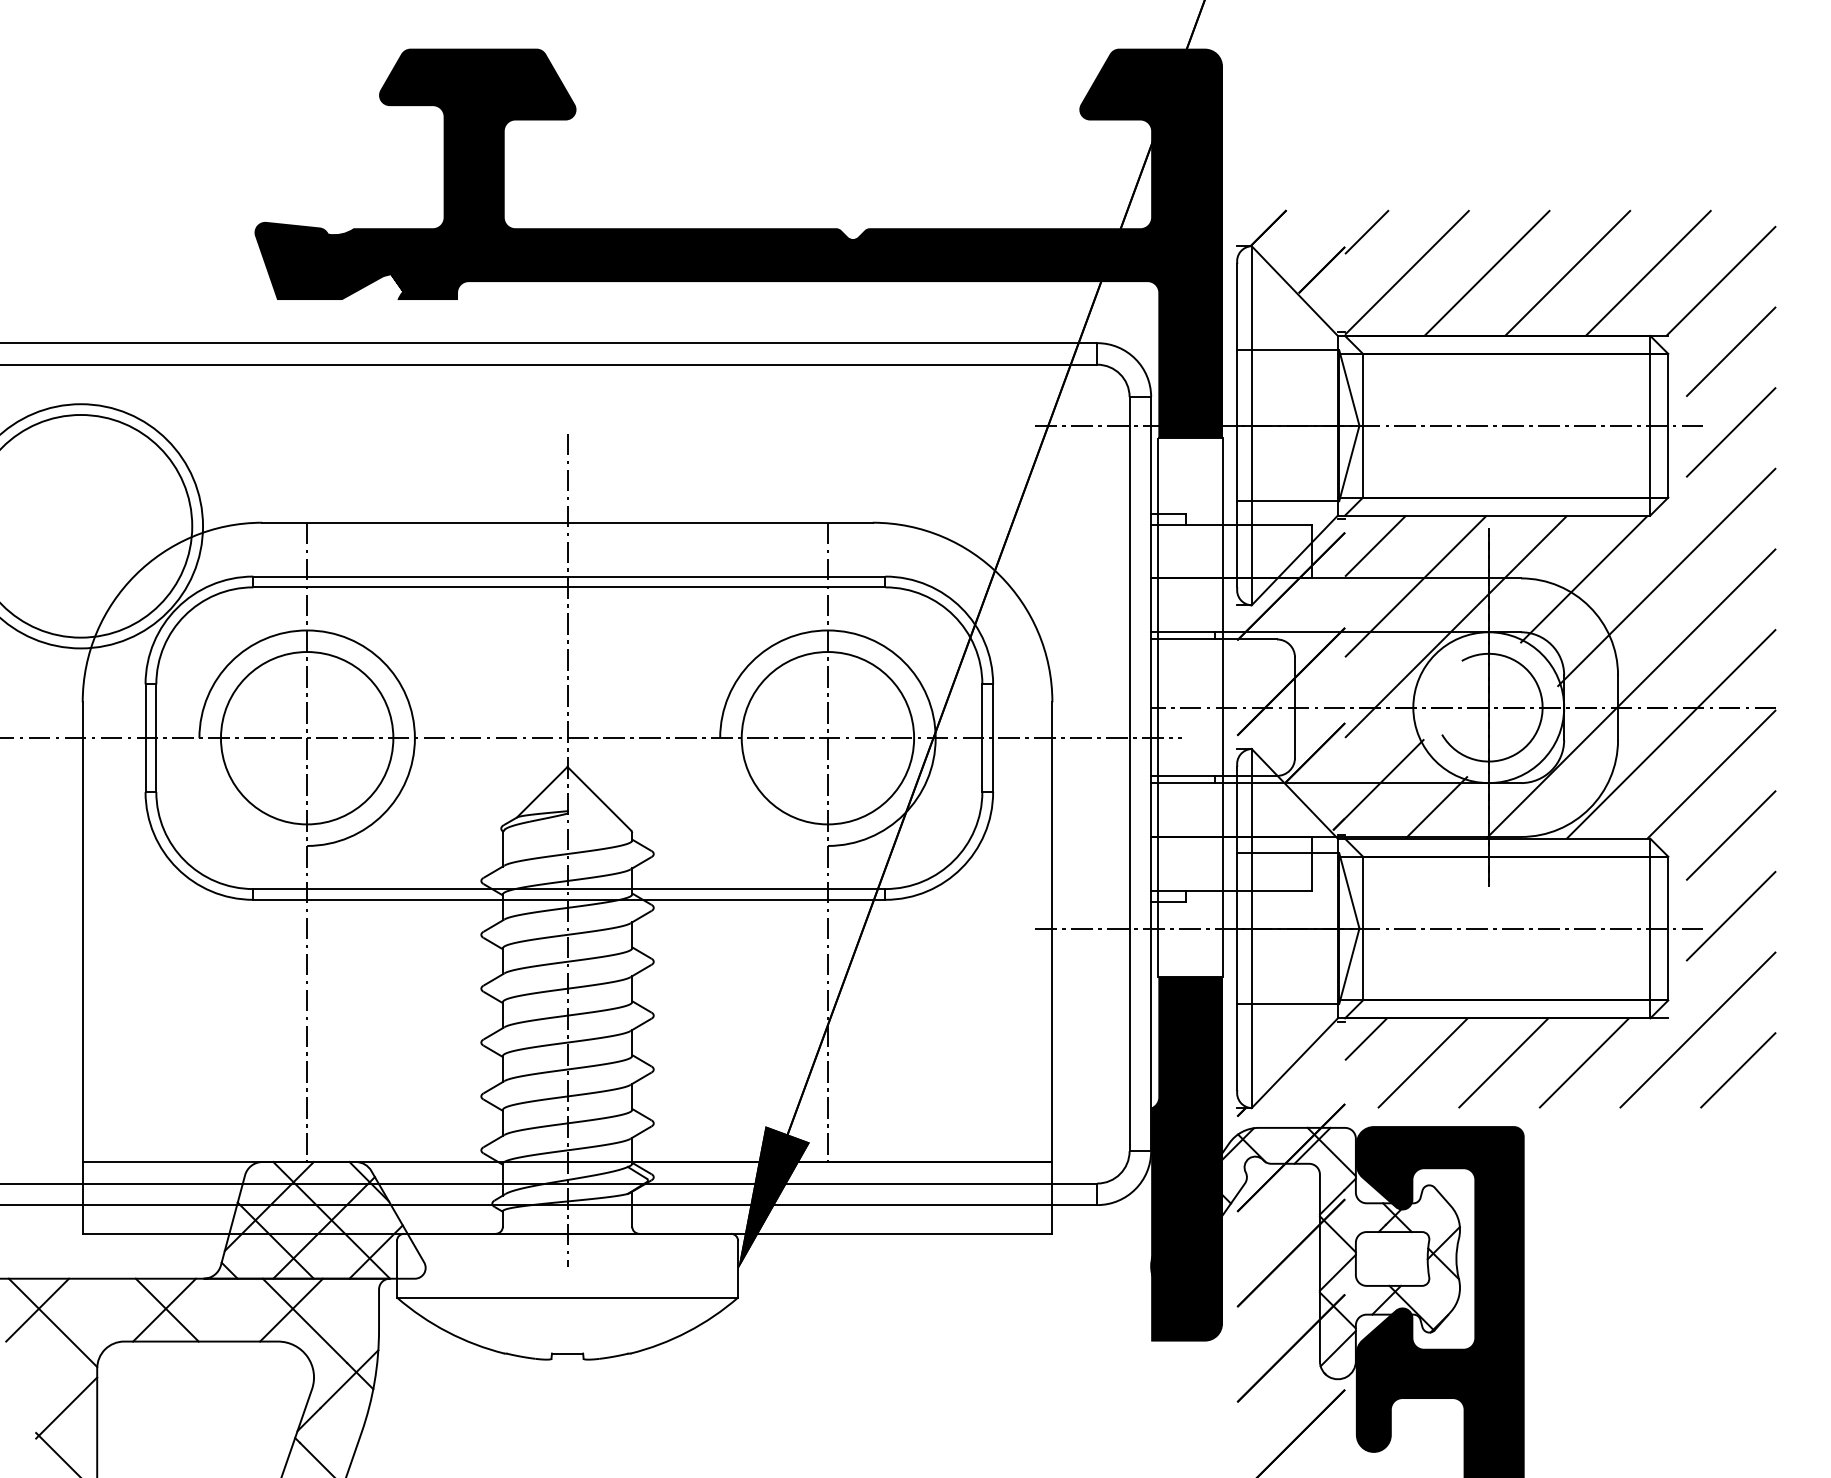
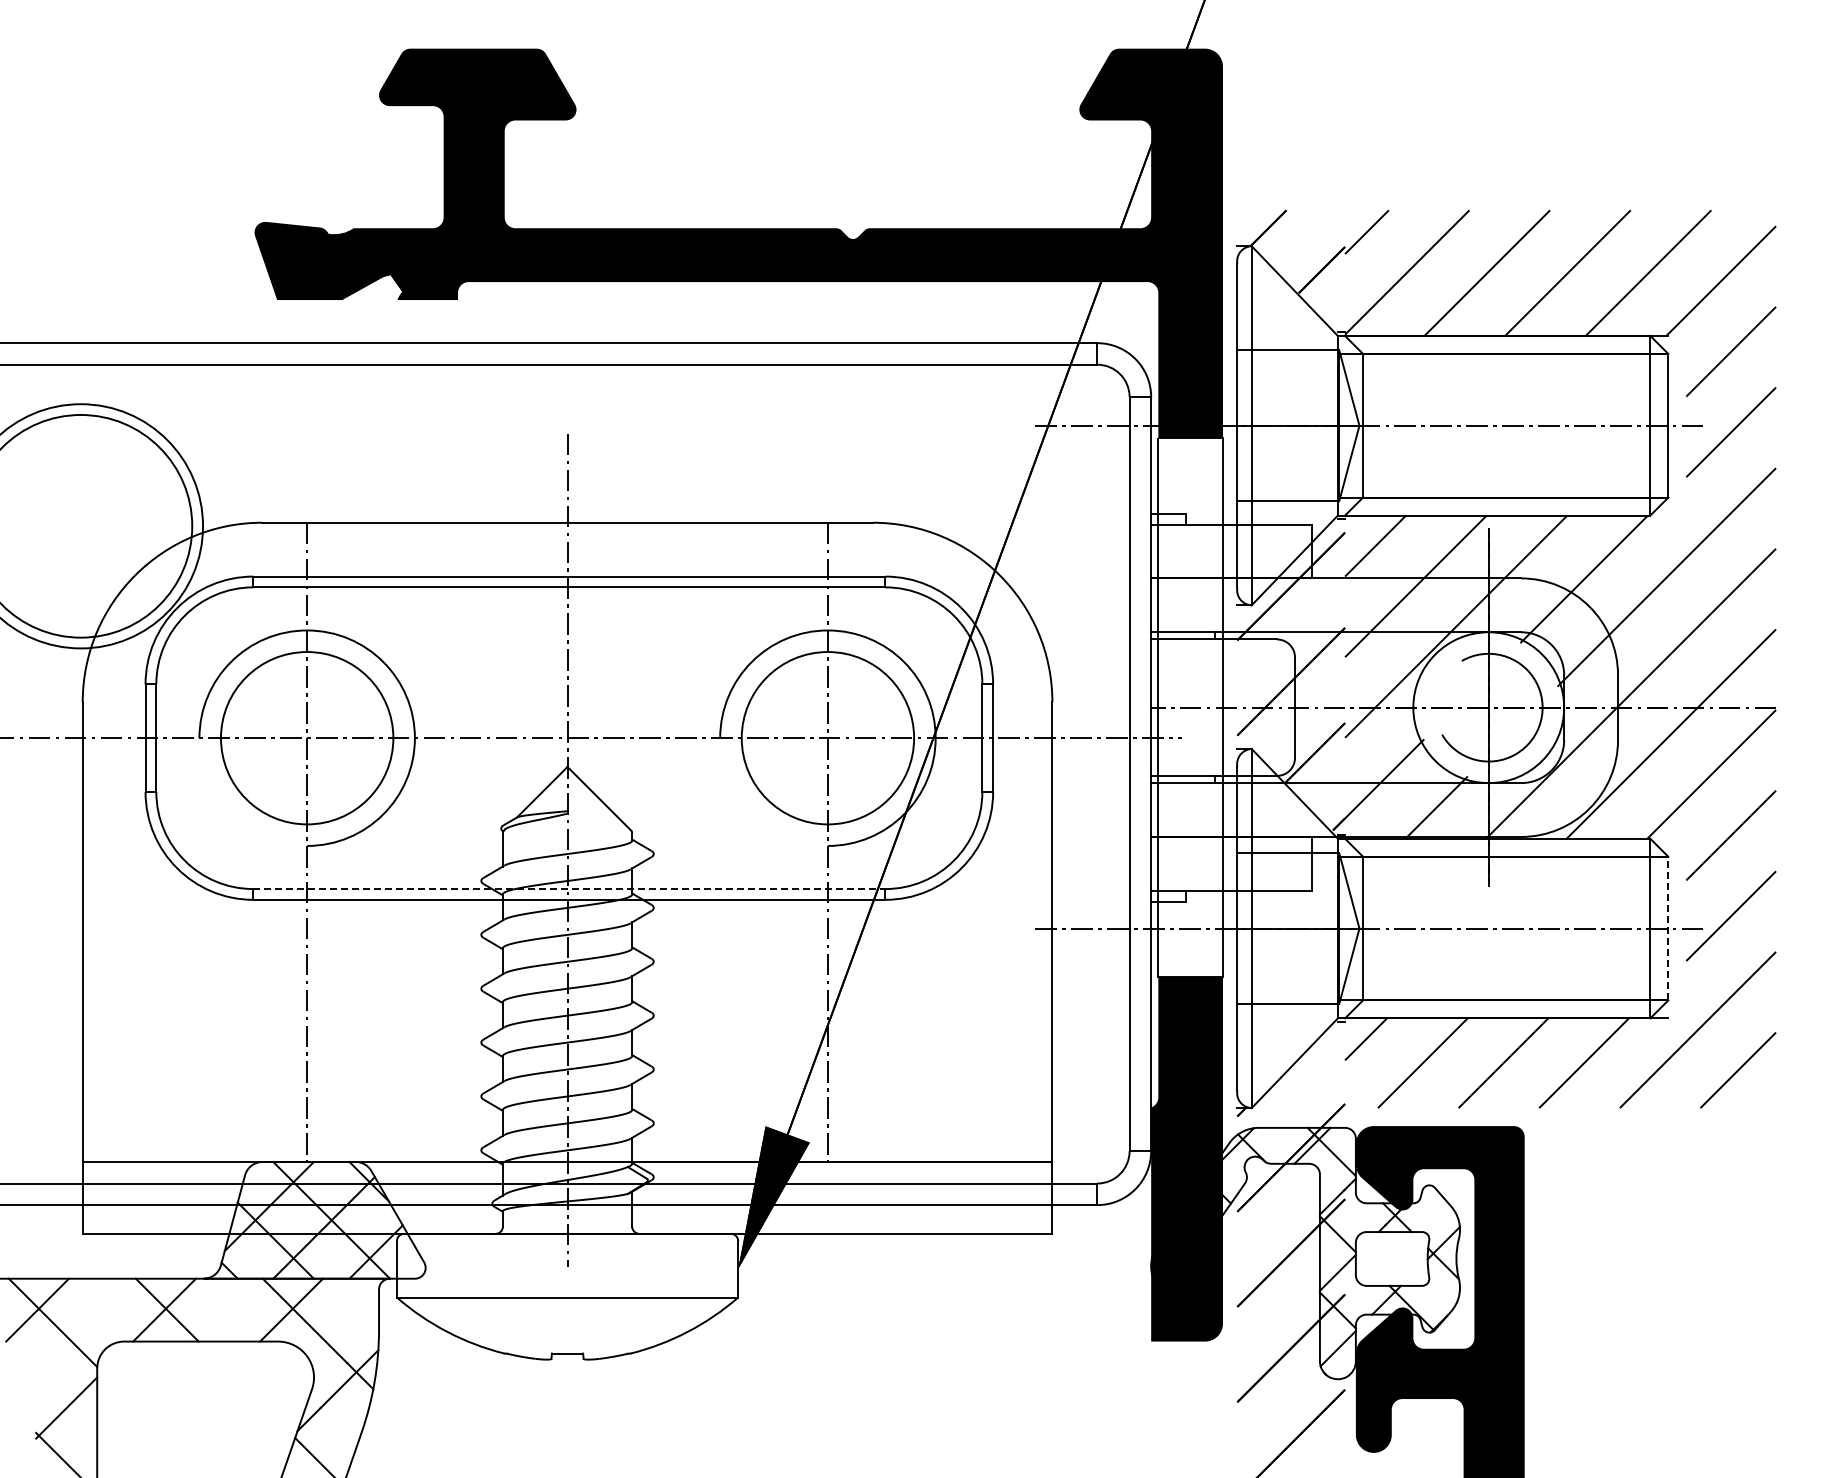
line at (569, 889): solid -> dashed
line at (1668, 928): solid -> dashed
